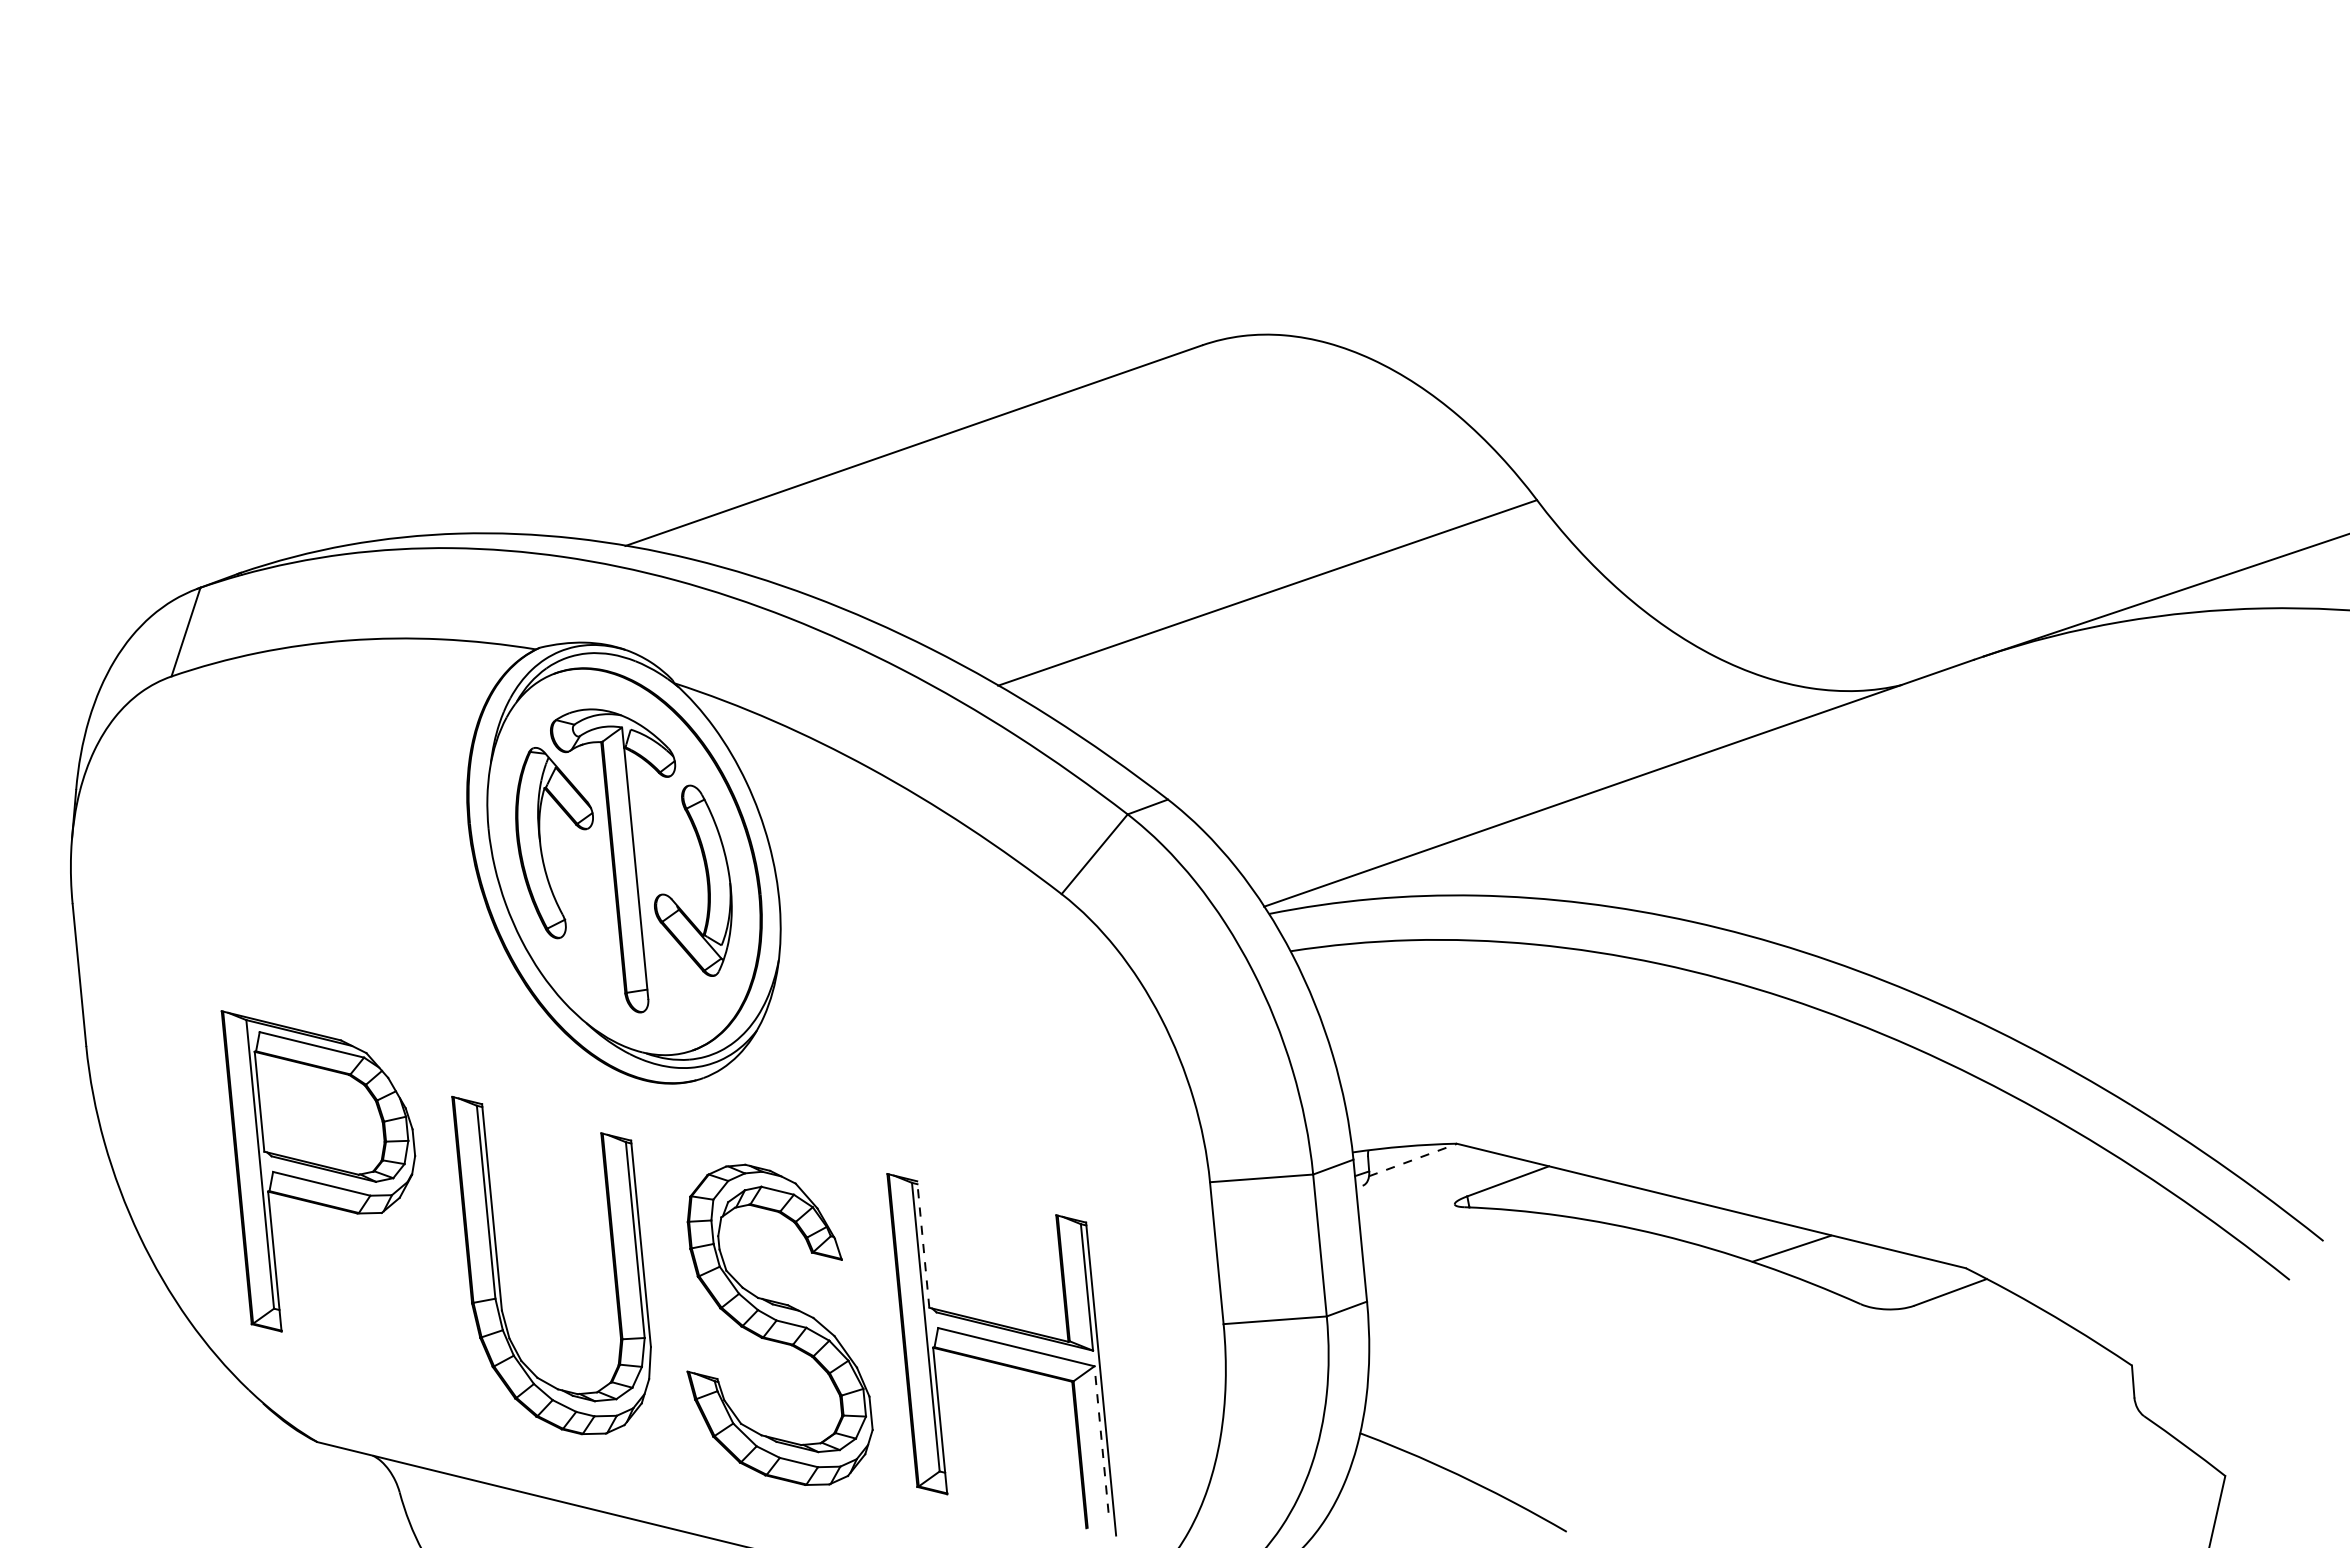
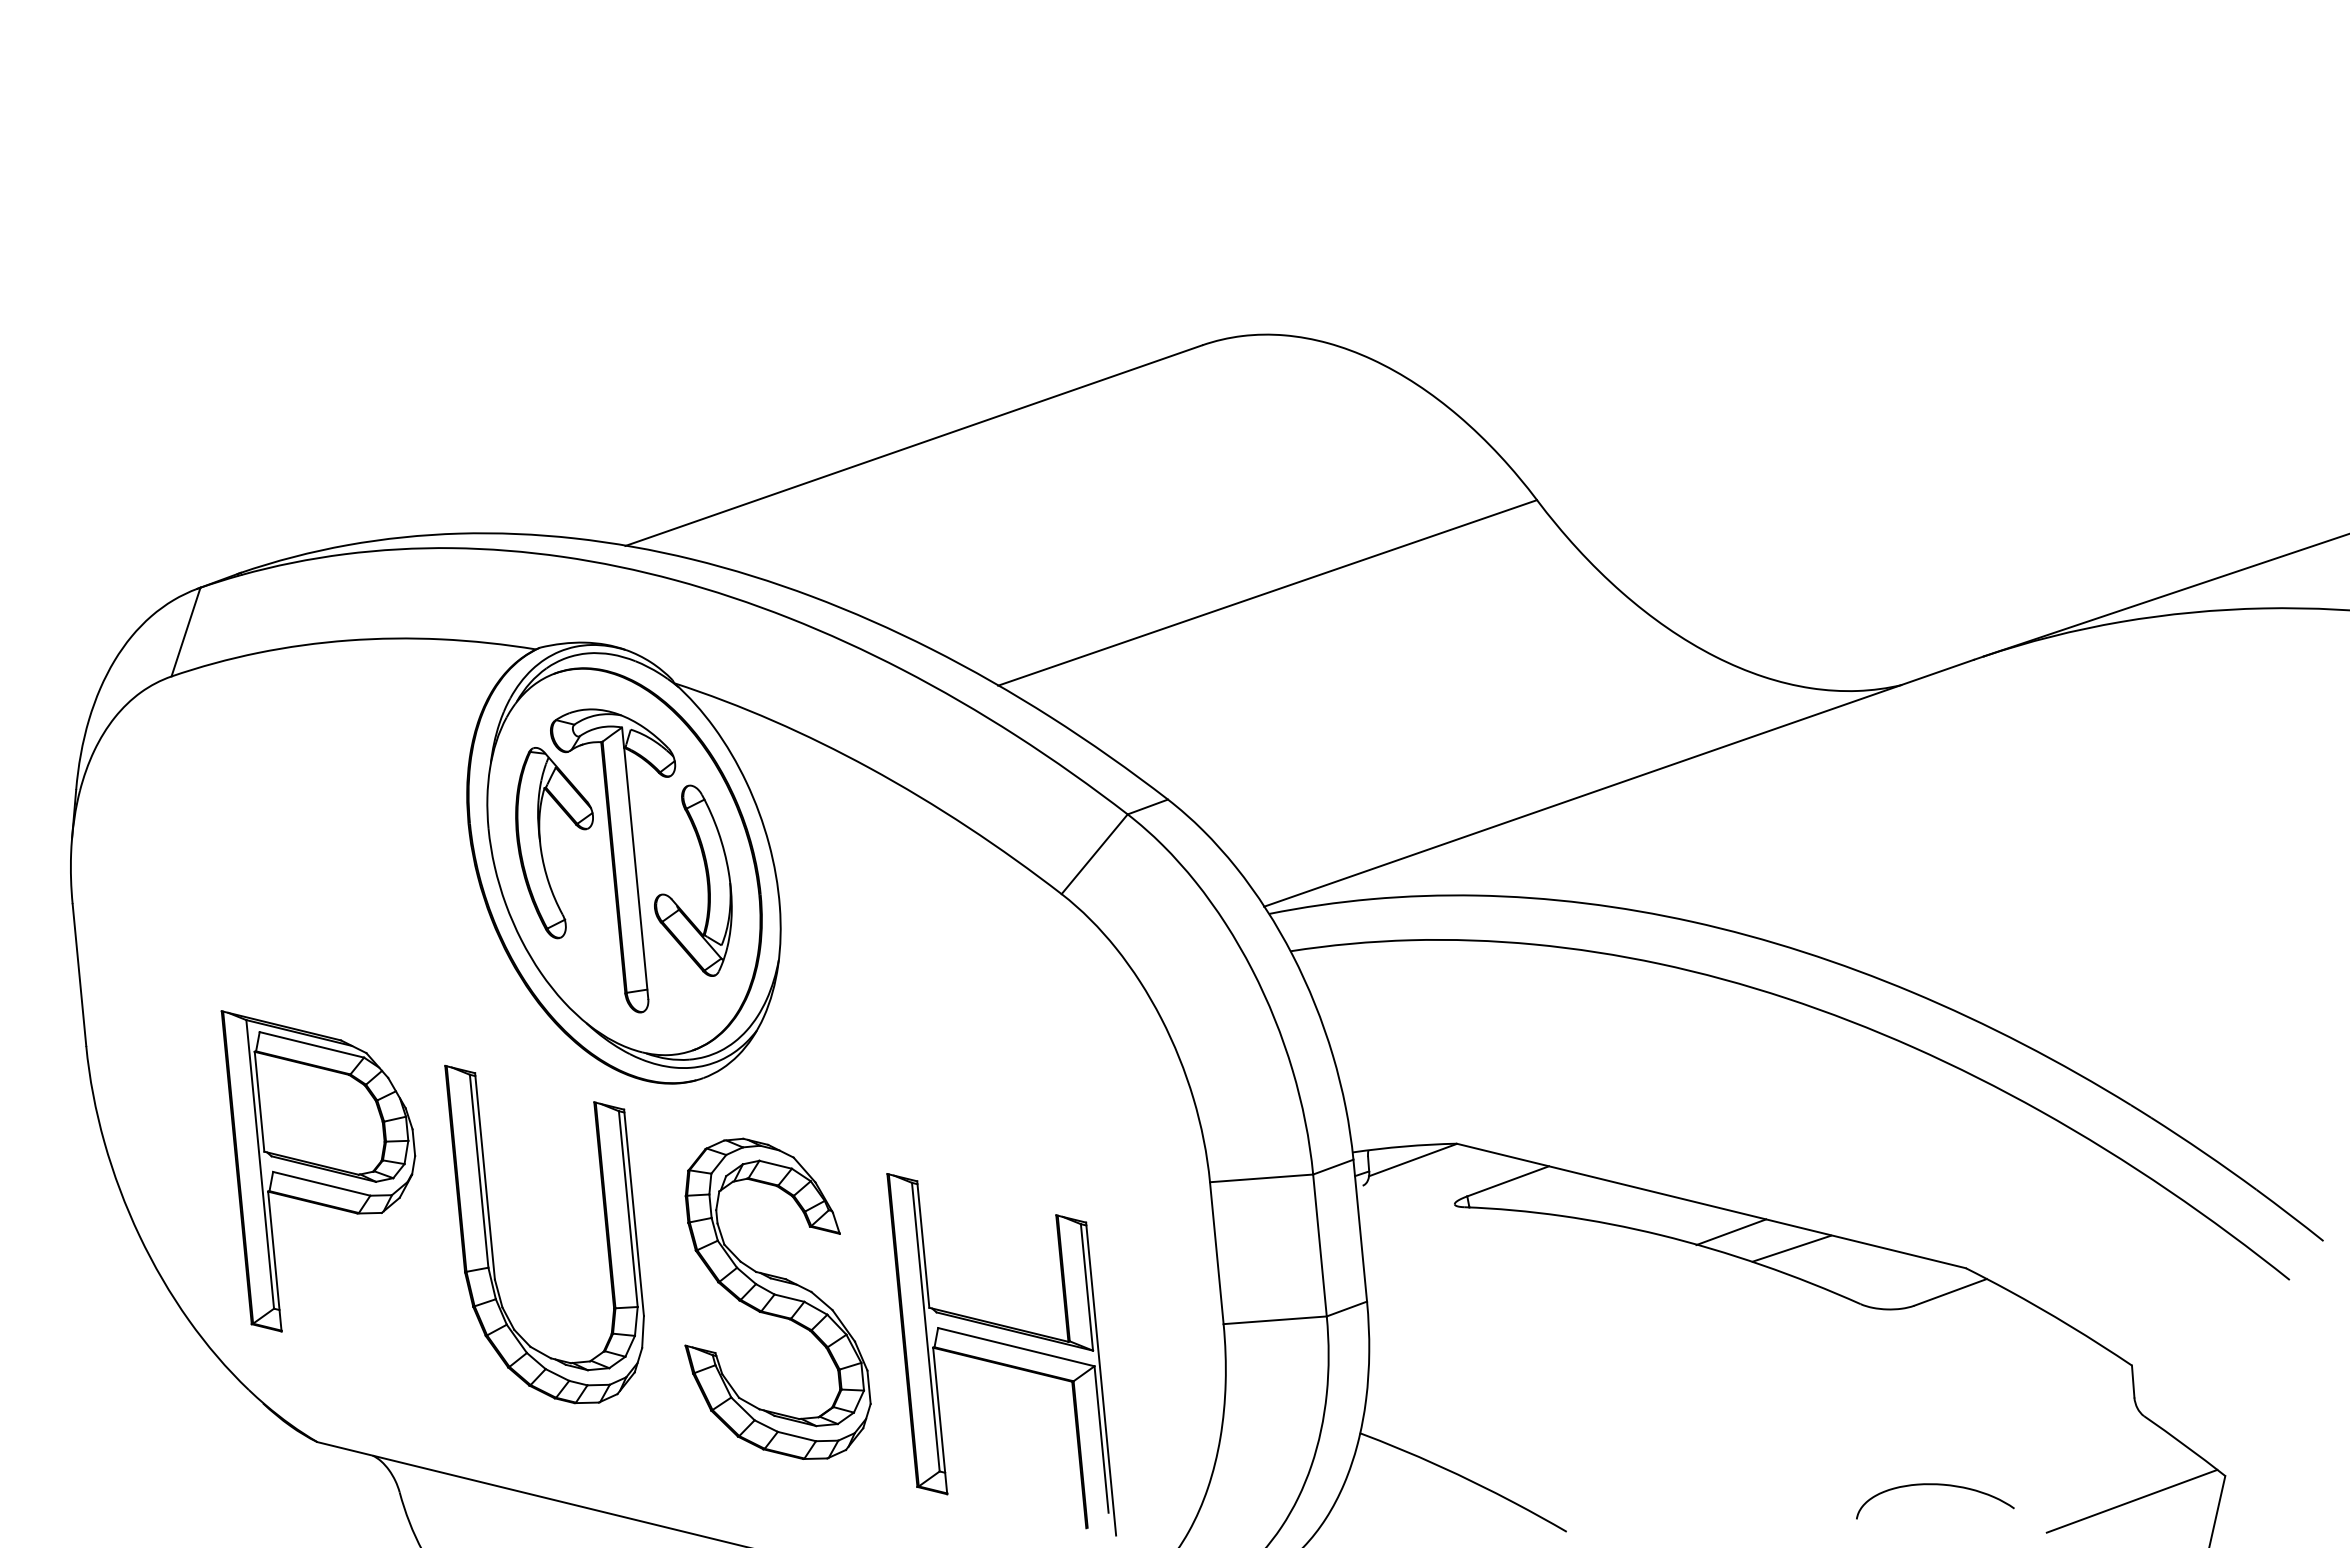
line at (1412, 1160): dashed -> solid
line at (1731, 1232): none -> present
line at (923, 1244): dashed -> solid
part at (499, 1271) position: (499, 1271) -> (492, 1240)
part at (779, 1324) position: (779, 1324) -> (777, 1298)
line at (1101, 1439): dashed -> solid
curve at (1935, 1485): none -> present
line at (2131, 1500): none -> present
